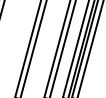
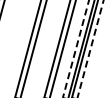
line at (90, 48): solid -> dashed
line at (75, 49): solid -> dashed
